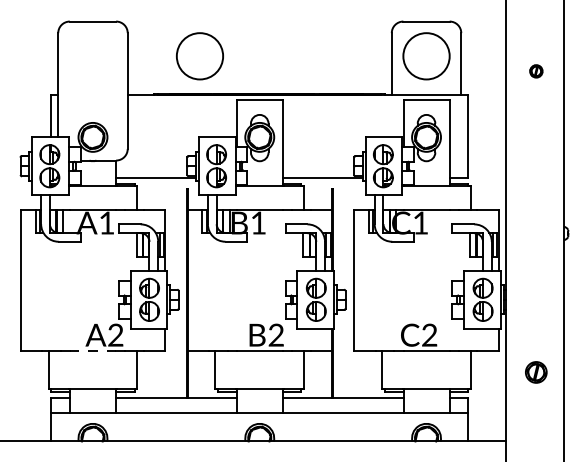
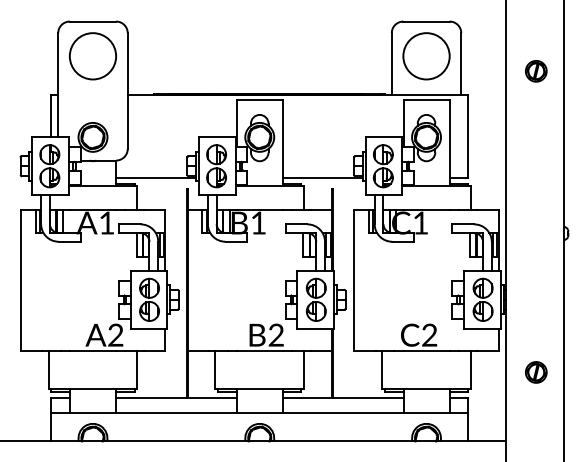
circle at (199, 56) position: (199, 56) -> (92, 56)
part at (536, 71) size: 15x15 px -> 23x23 px
line at (93, 351): dashed -> solid
